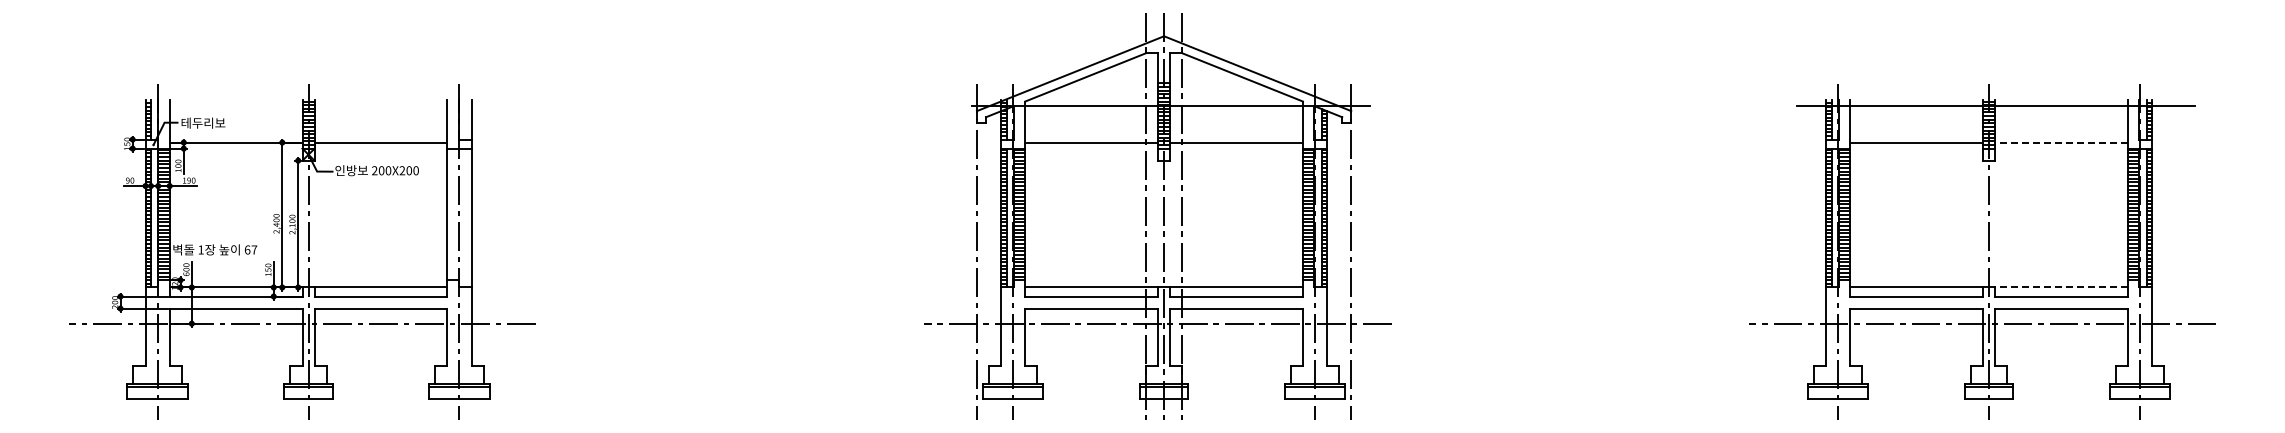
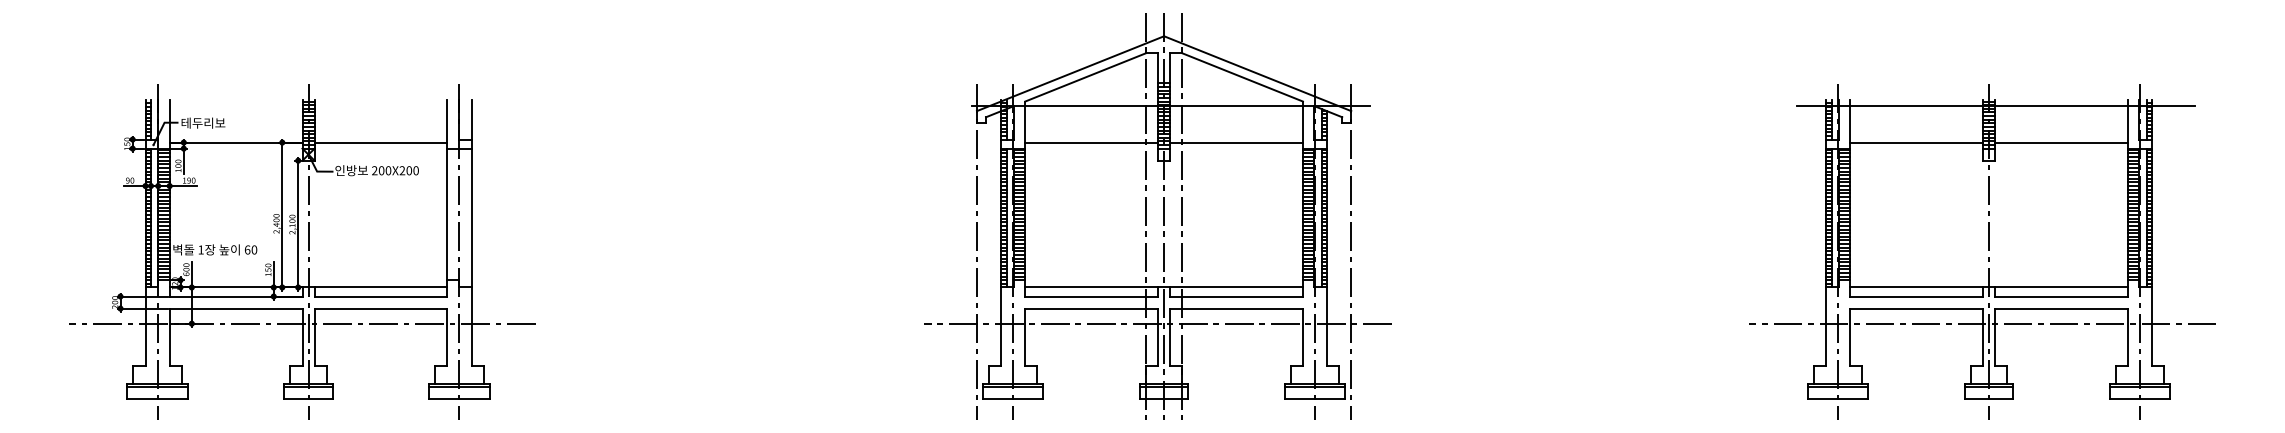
line at (2061, 142): dashed -> solid
text at (254, 249): 67 -> 60
line at (2061, 287): dashed -> solid
